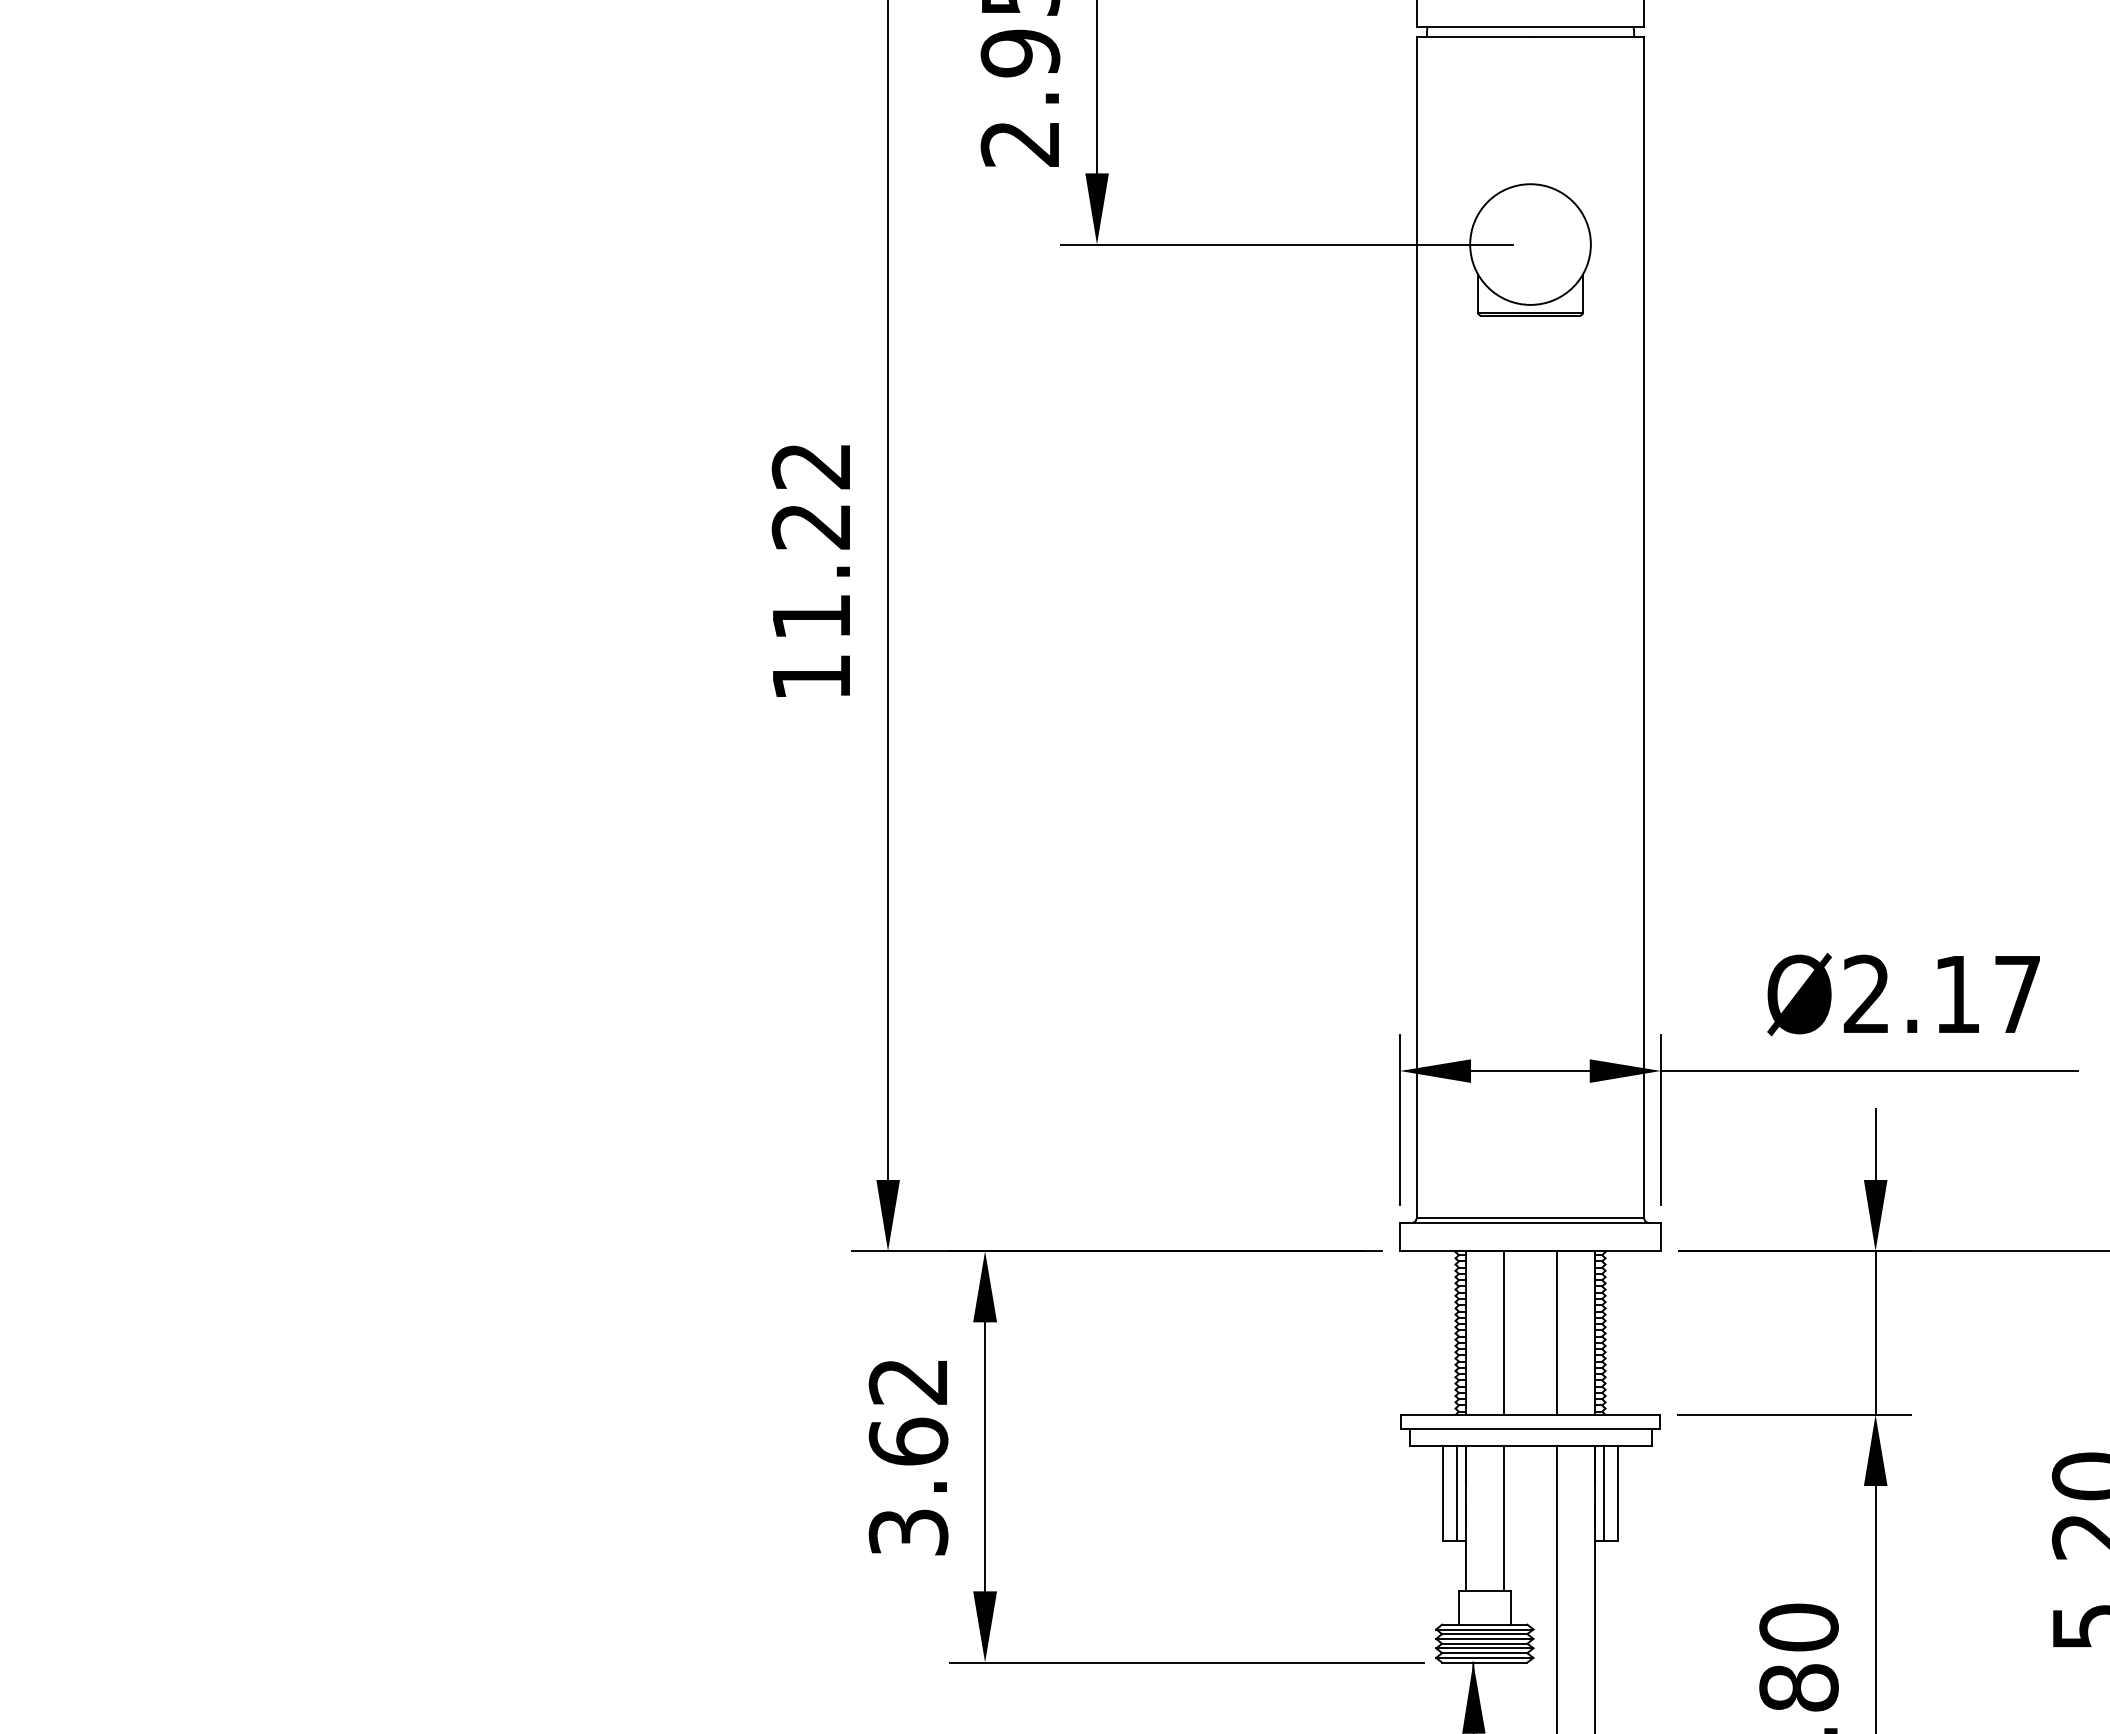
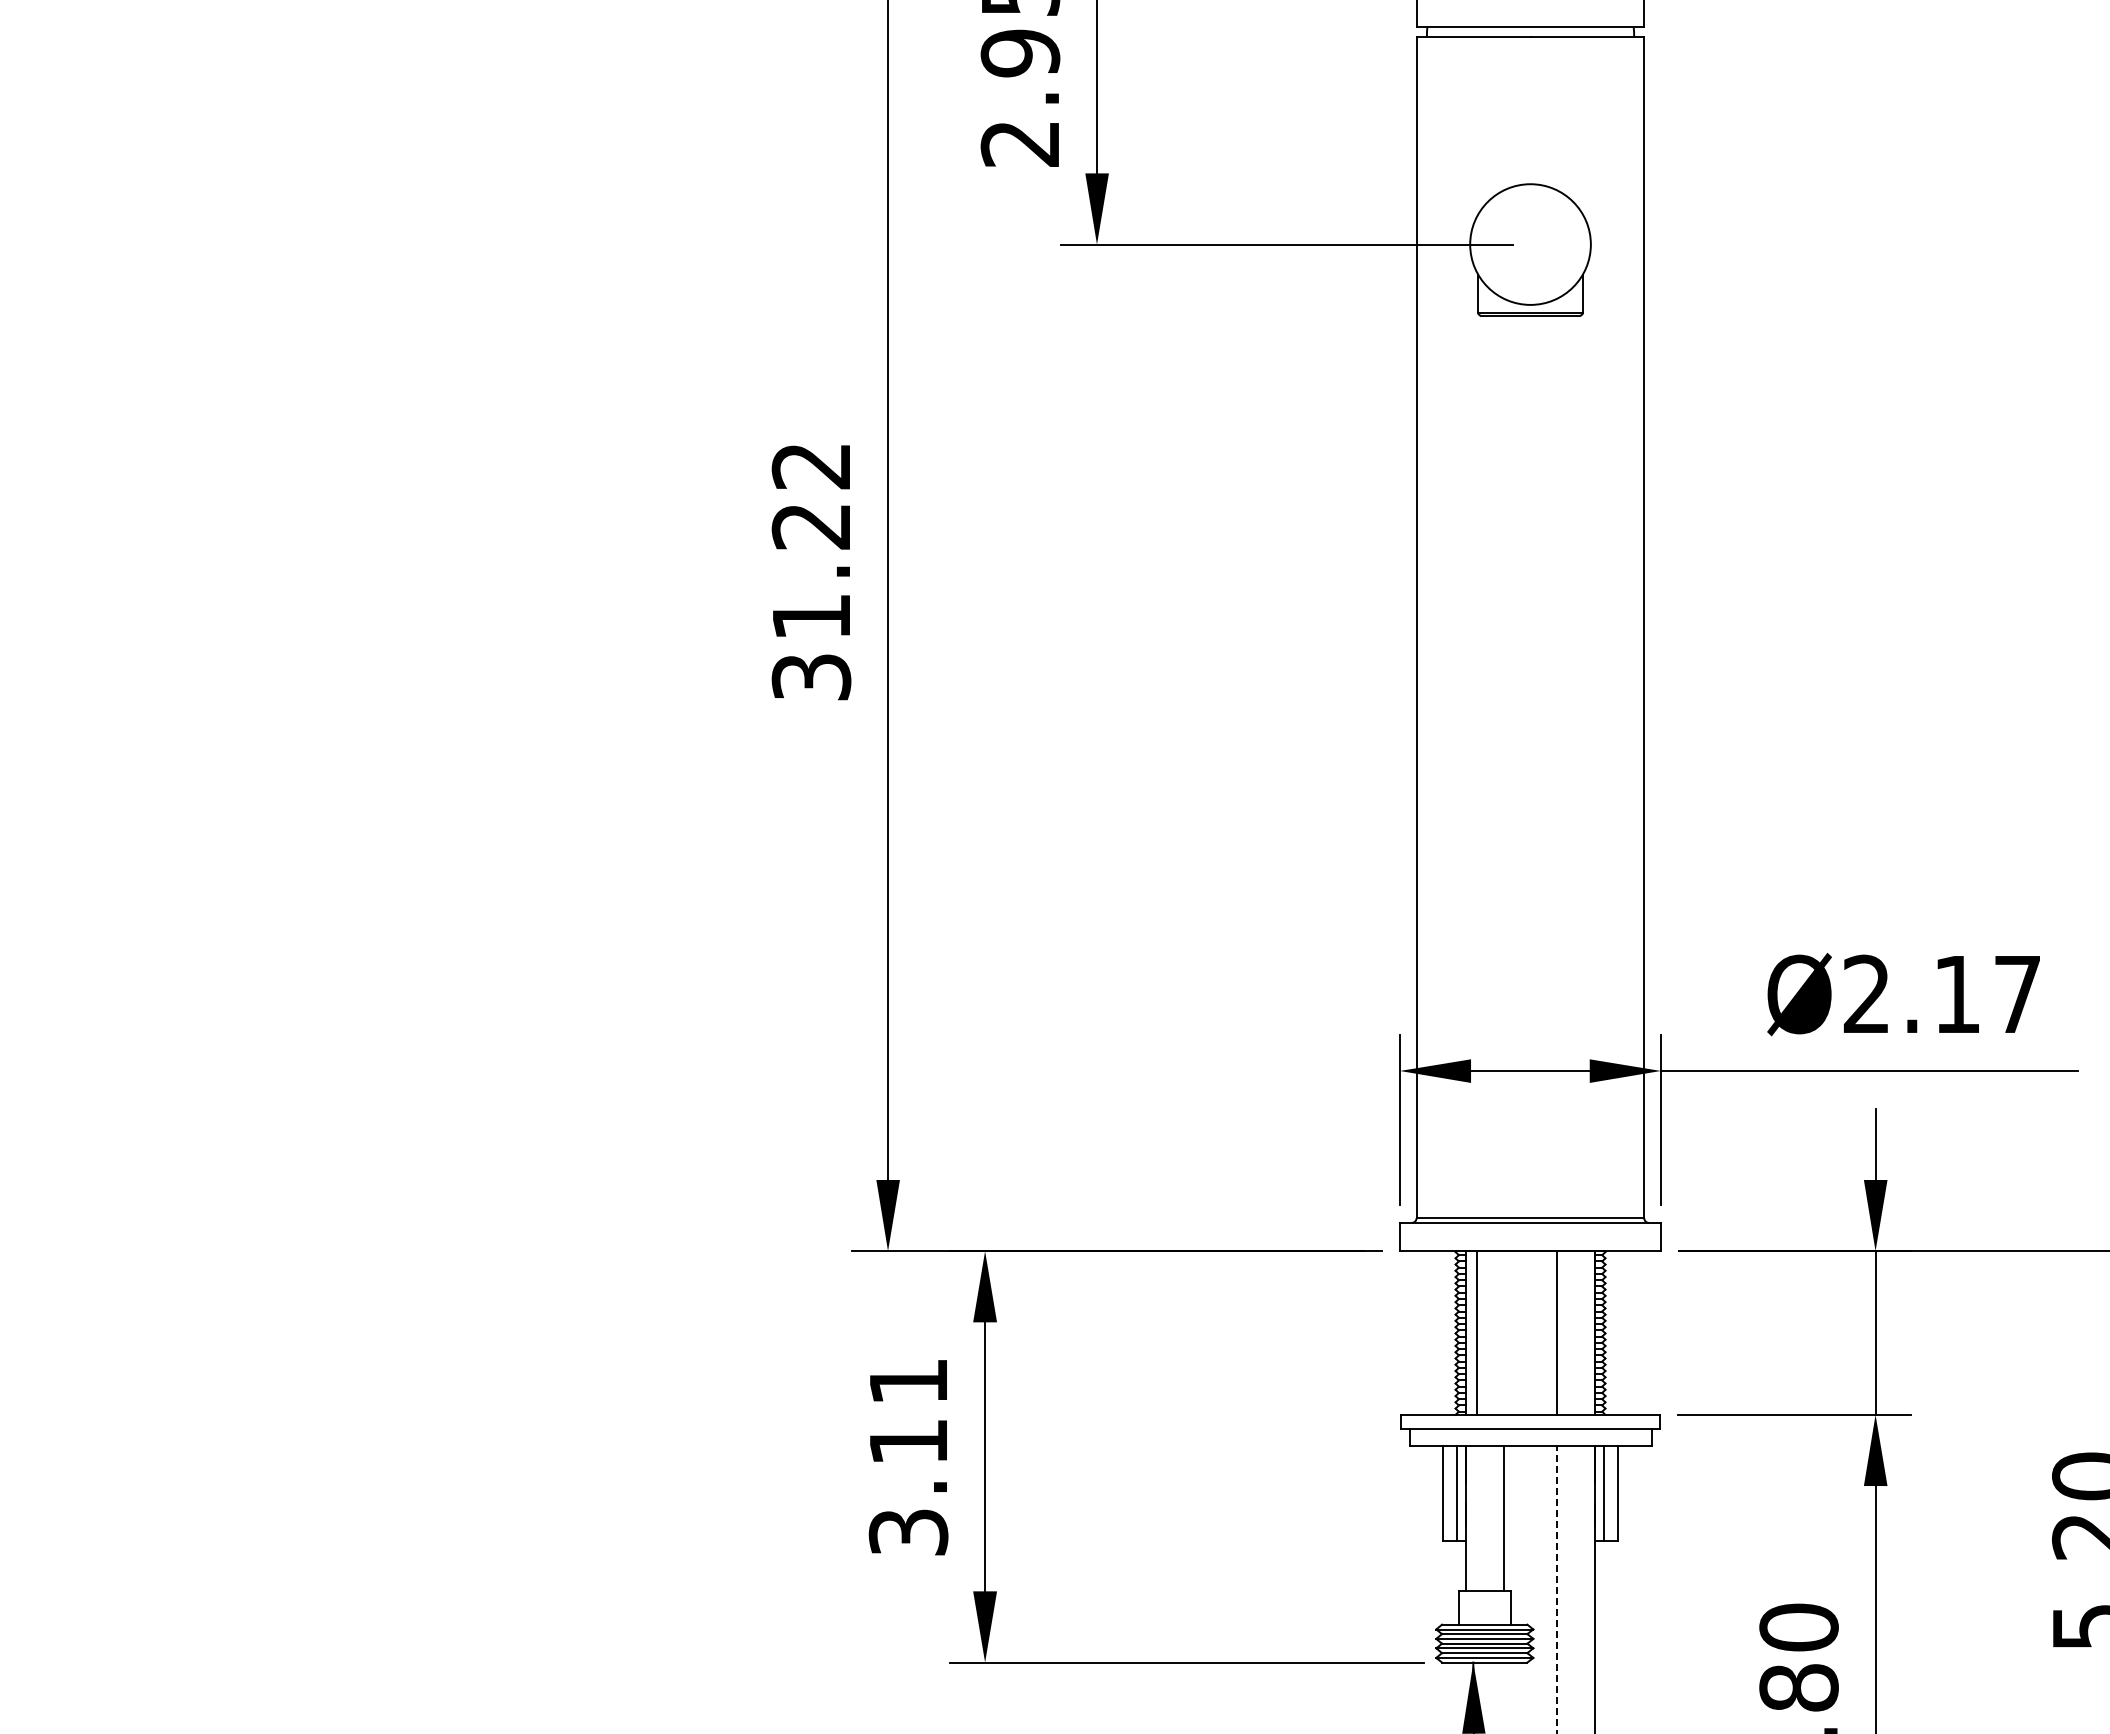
text at (811, 677): 11.22 -> 31.22
line at (1504, 1332) position: (1504, 1332) -> (1477, 1332)
text at (908, 1412): 3.62 -> 3.11
line at (1557, 1589): solid -> dashed
